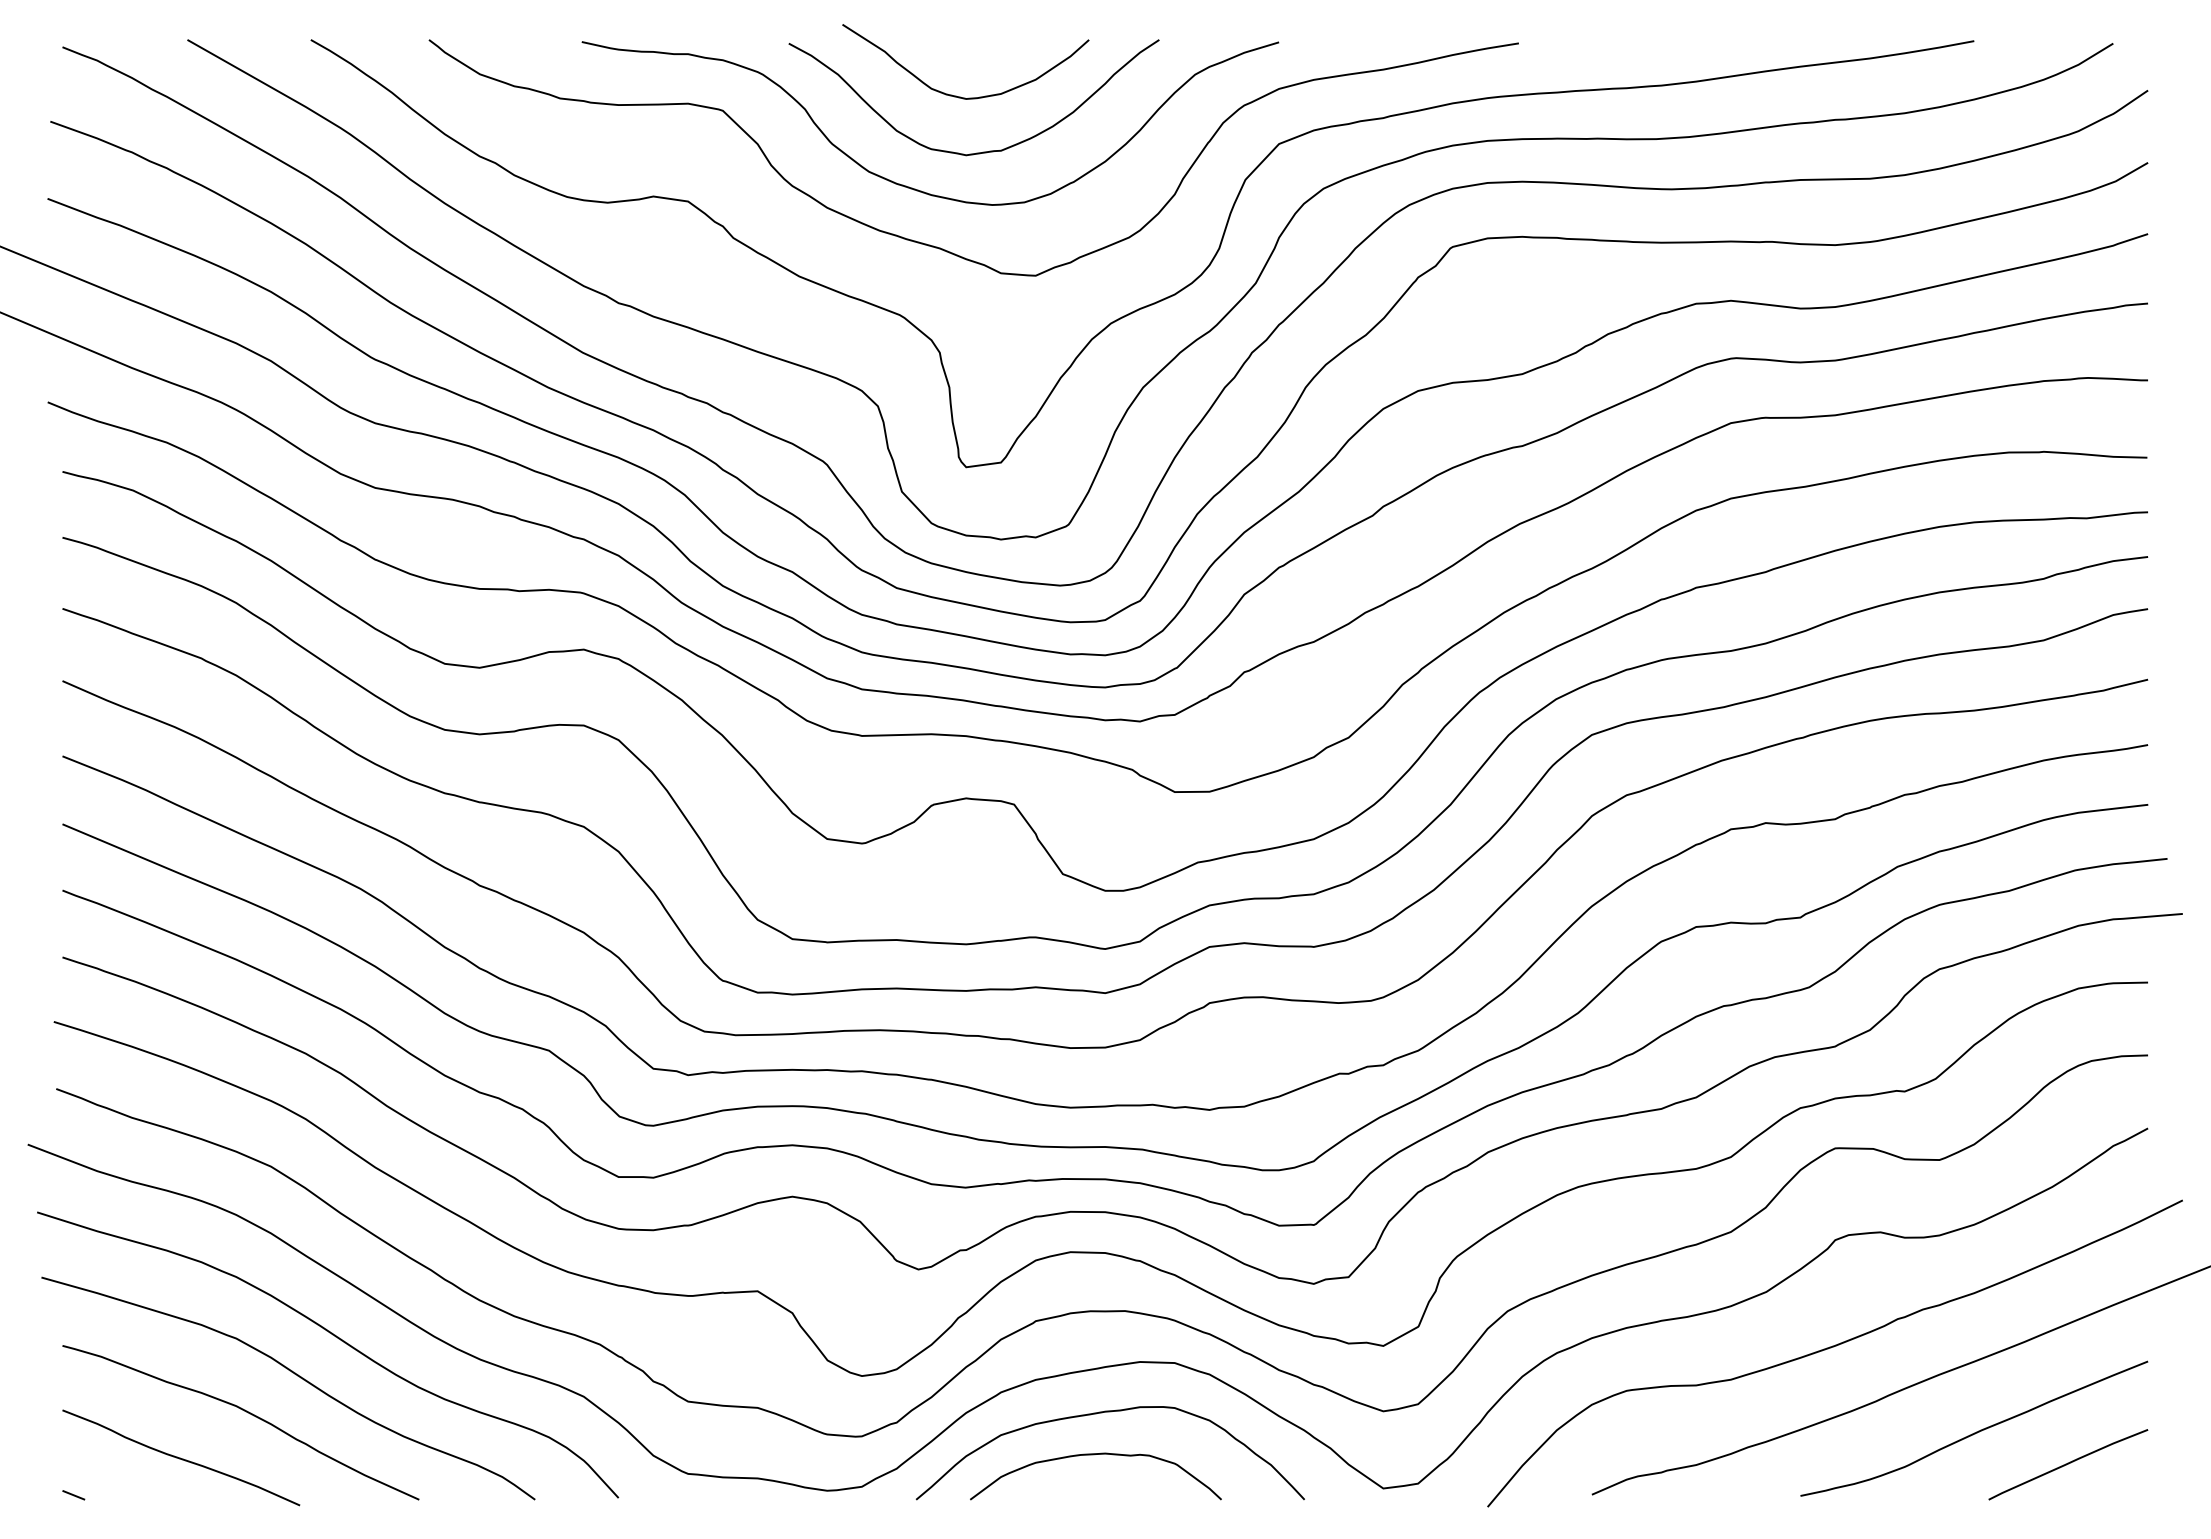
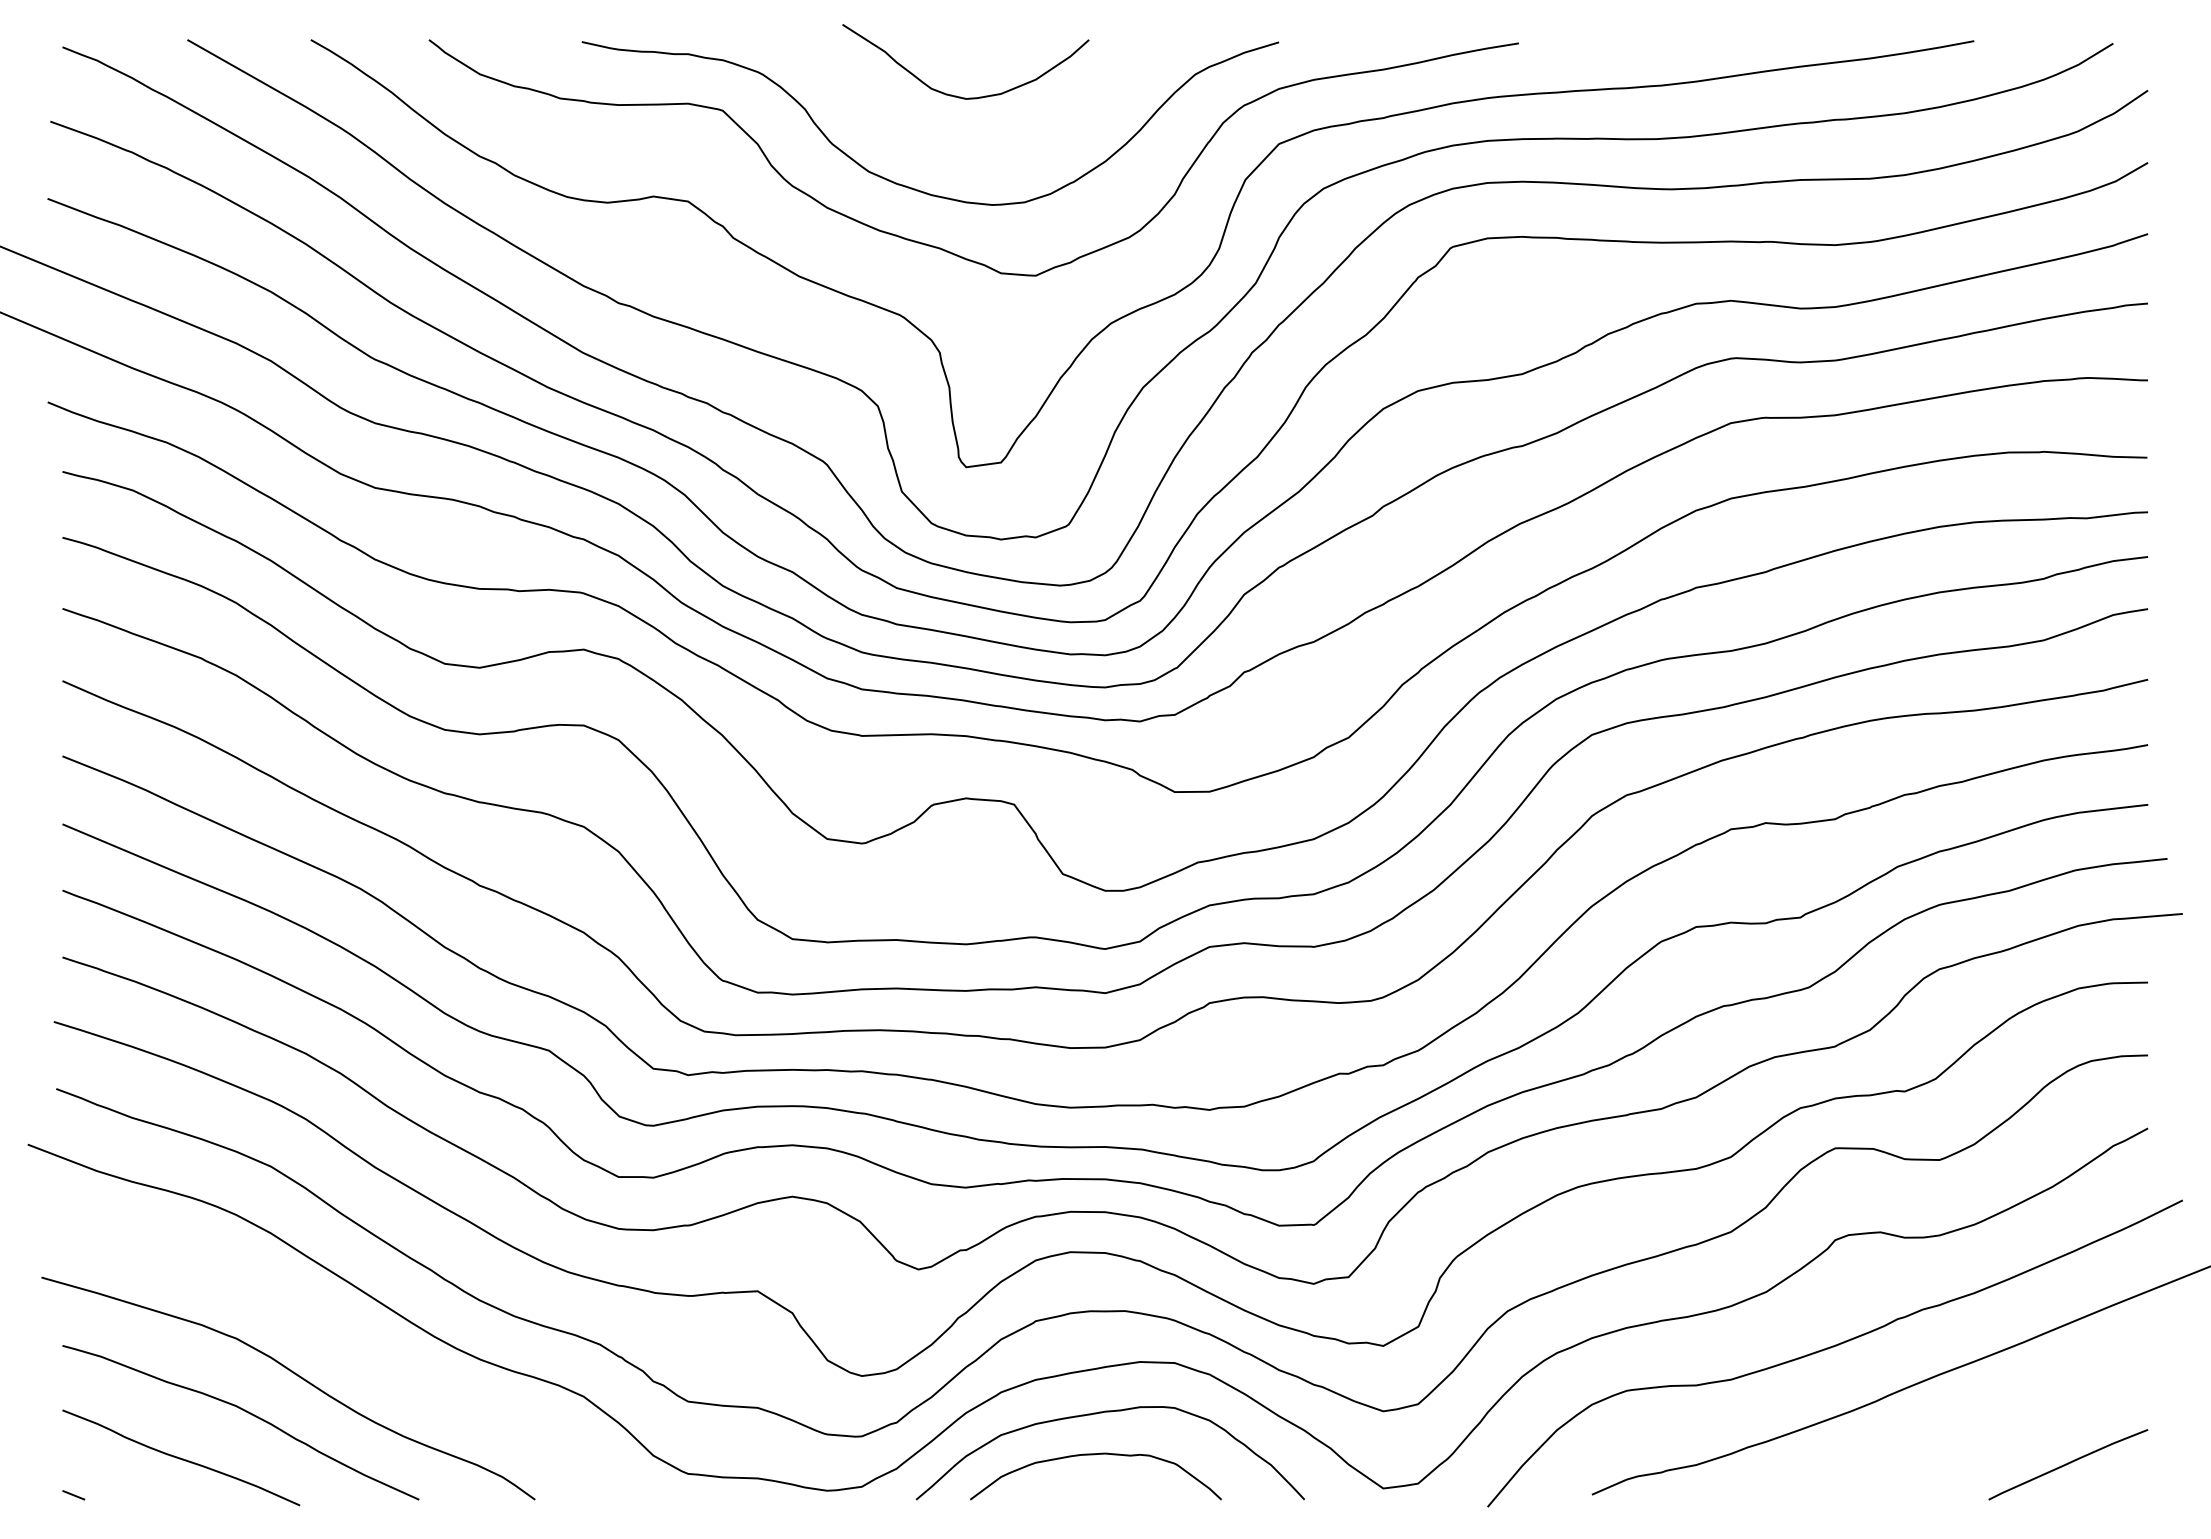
curve at (983, 151): present -> none
curve at (338, 1339): present -> none
curve at (1976, 1431): present -> none
